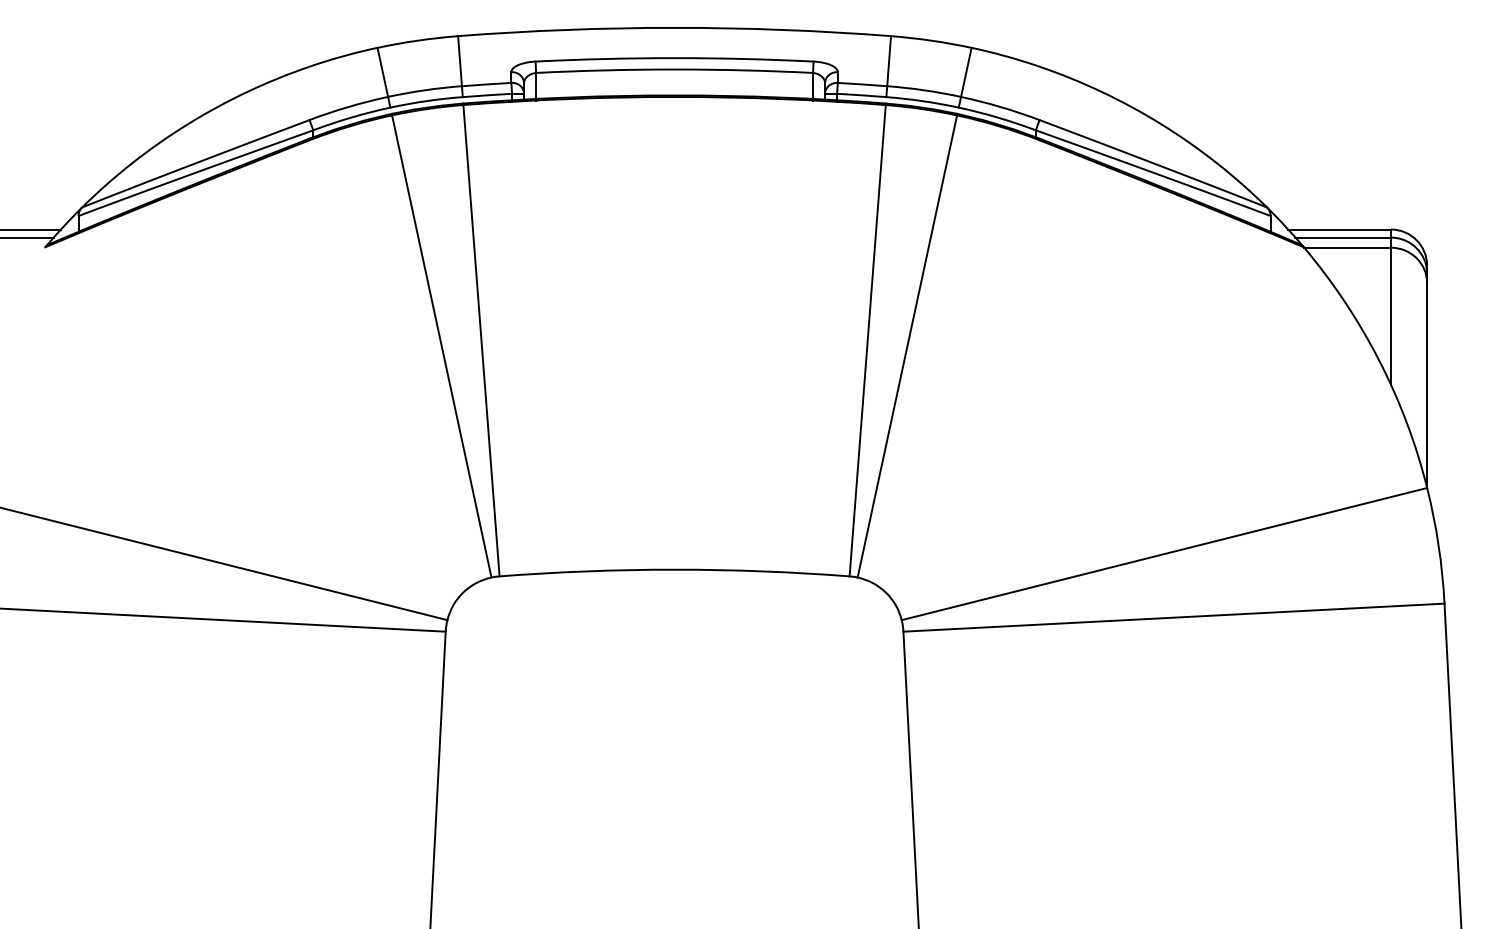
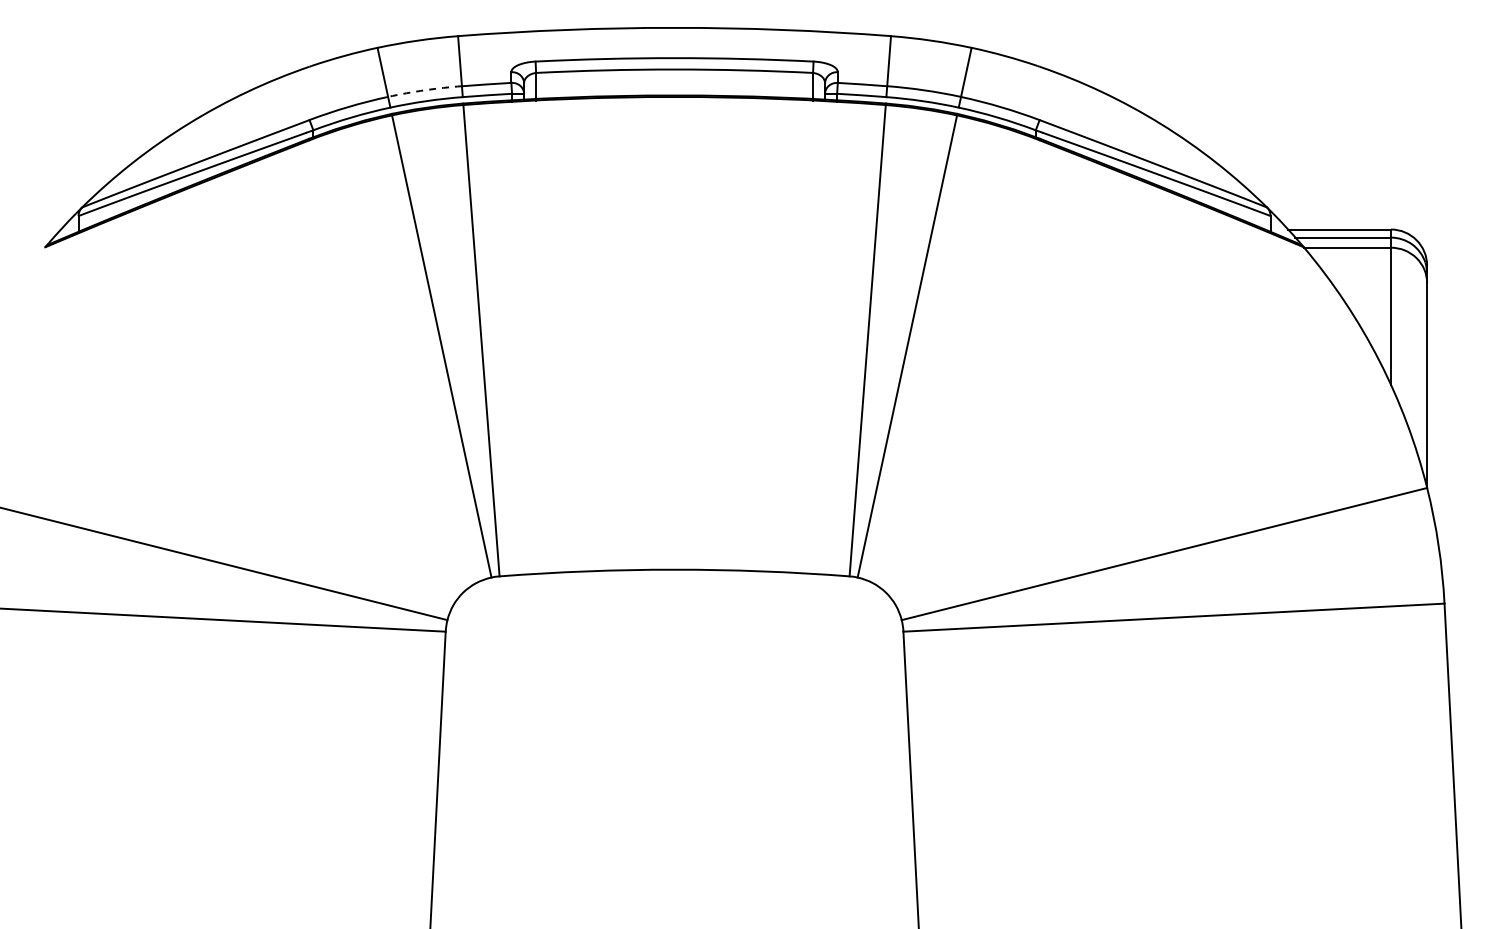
arc at (424, 90): solid -> dashed
line at (31, 229): present -> none
line at (27, 237): present -> none
